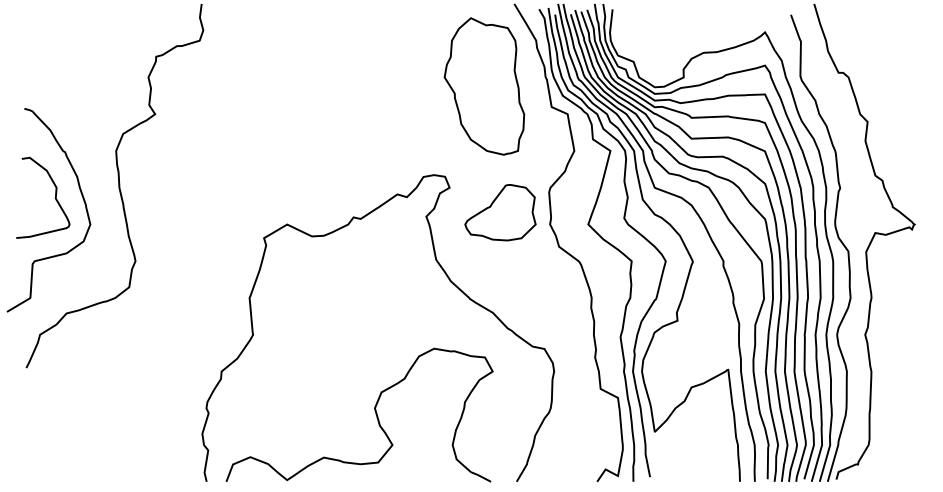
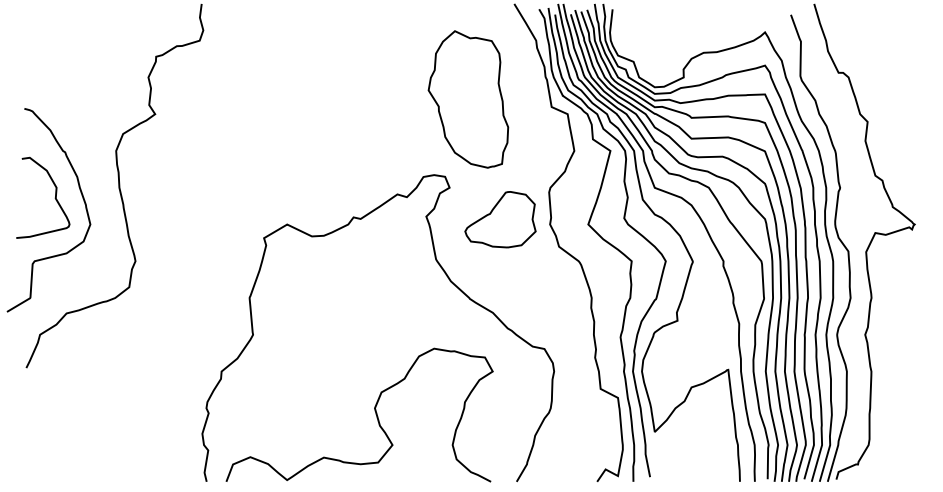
part at (484, 86) position: (484, 86) -> (468, 99)
part at (500, 212) position: (500, 212) -> (500, 219)
